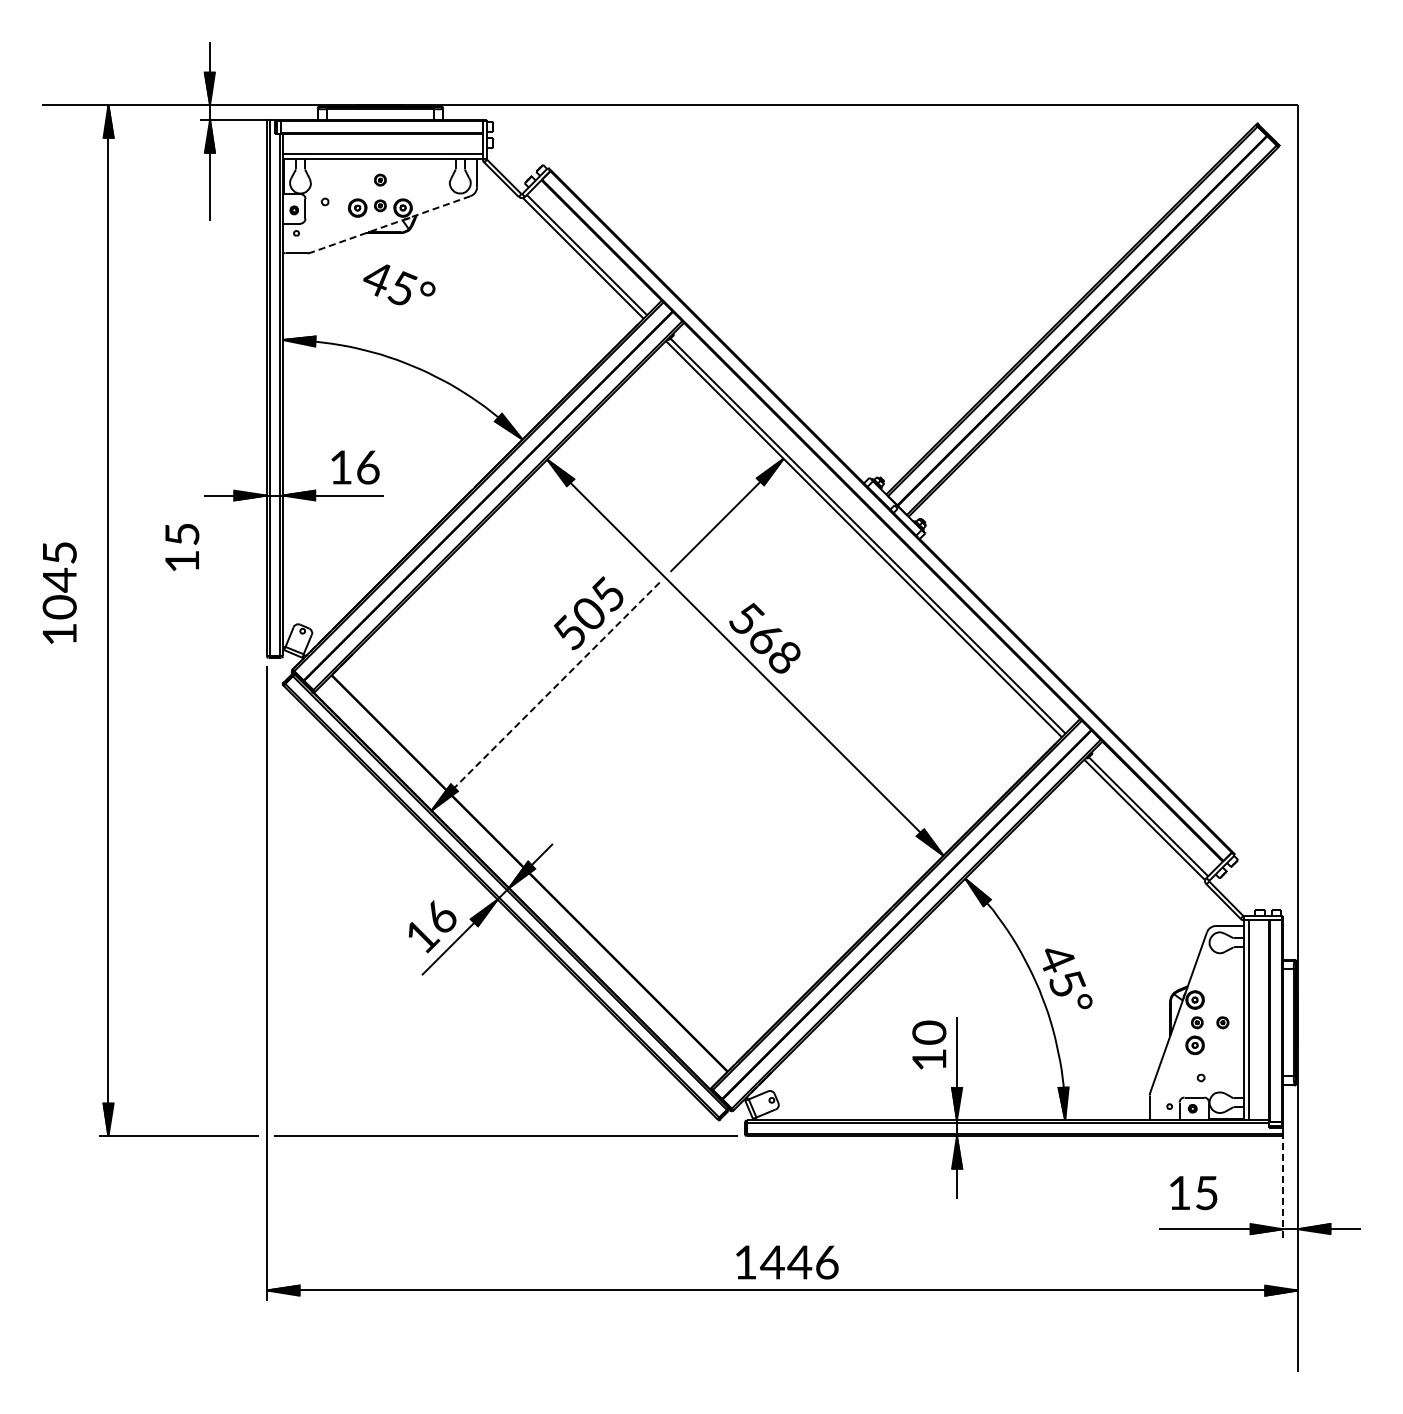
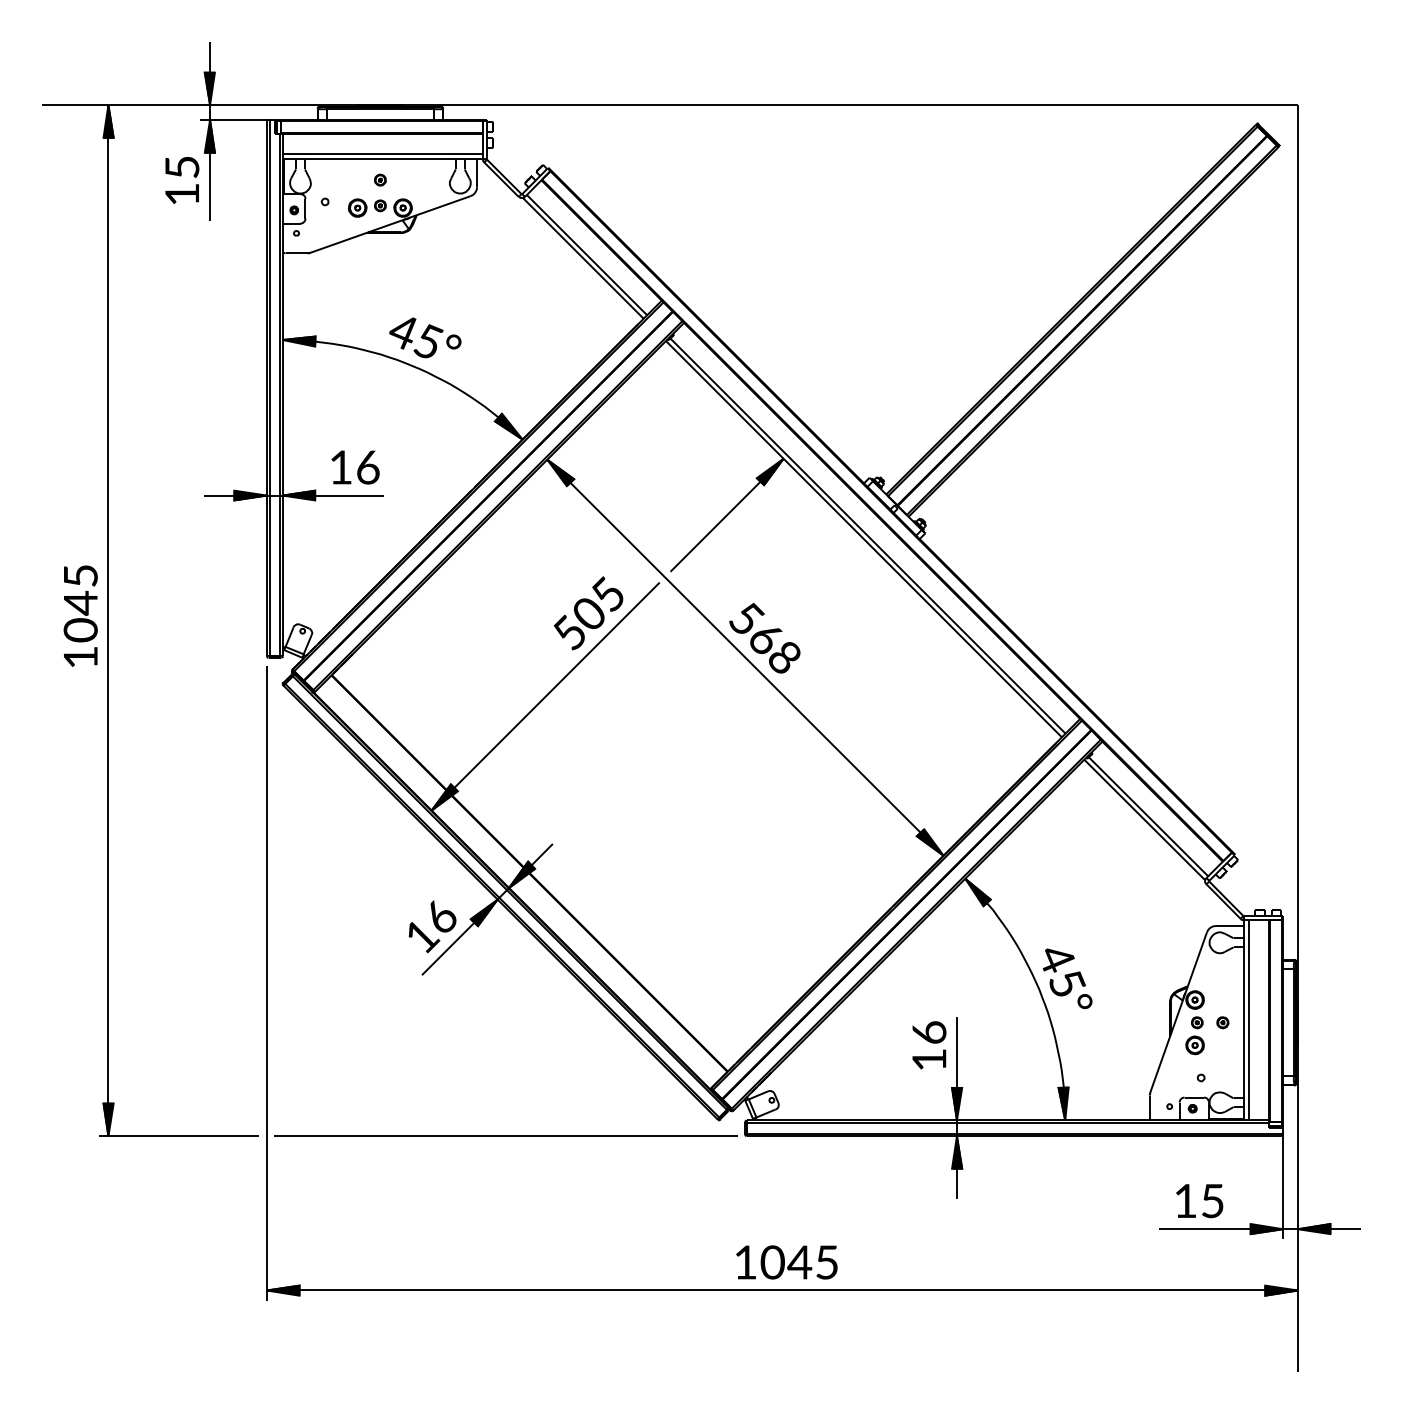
line at (390, 224): dashed -> solid
text at (399, 284) position: (399, 284) -> (425, 337)
text at (182, 547) position: (182, 547) -> (182, 180)
text at (59, 592) position: (59, 592) -> (80, 615)
line at (545, 697): dashed -> solid
text at (929, 1032): 10 -> 16
line at (1283, 1186): dashed -> solid
text at (1193, 1193) position: (1193, 1193) -> (1199, 1201)
text at (799, 1262): 1446 -> 1045
